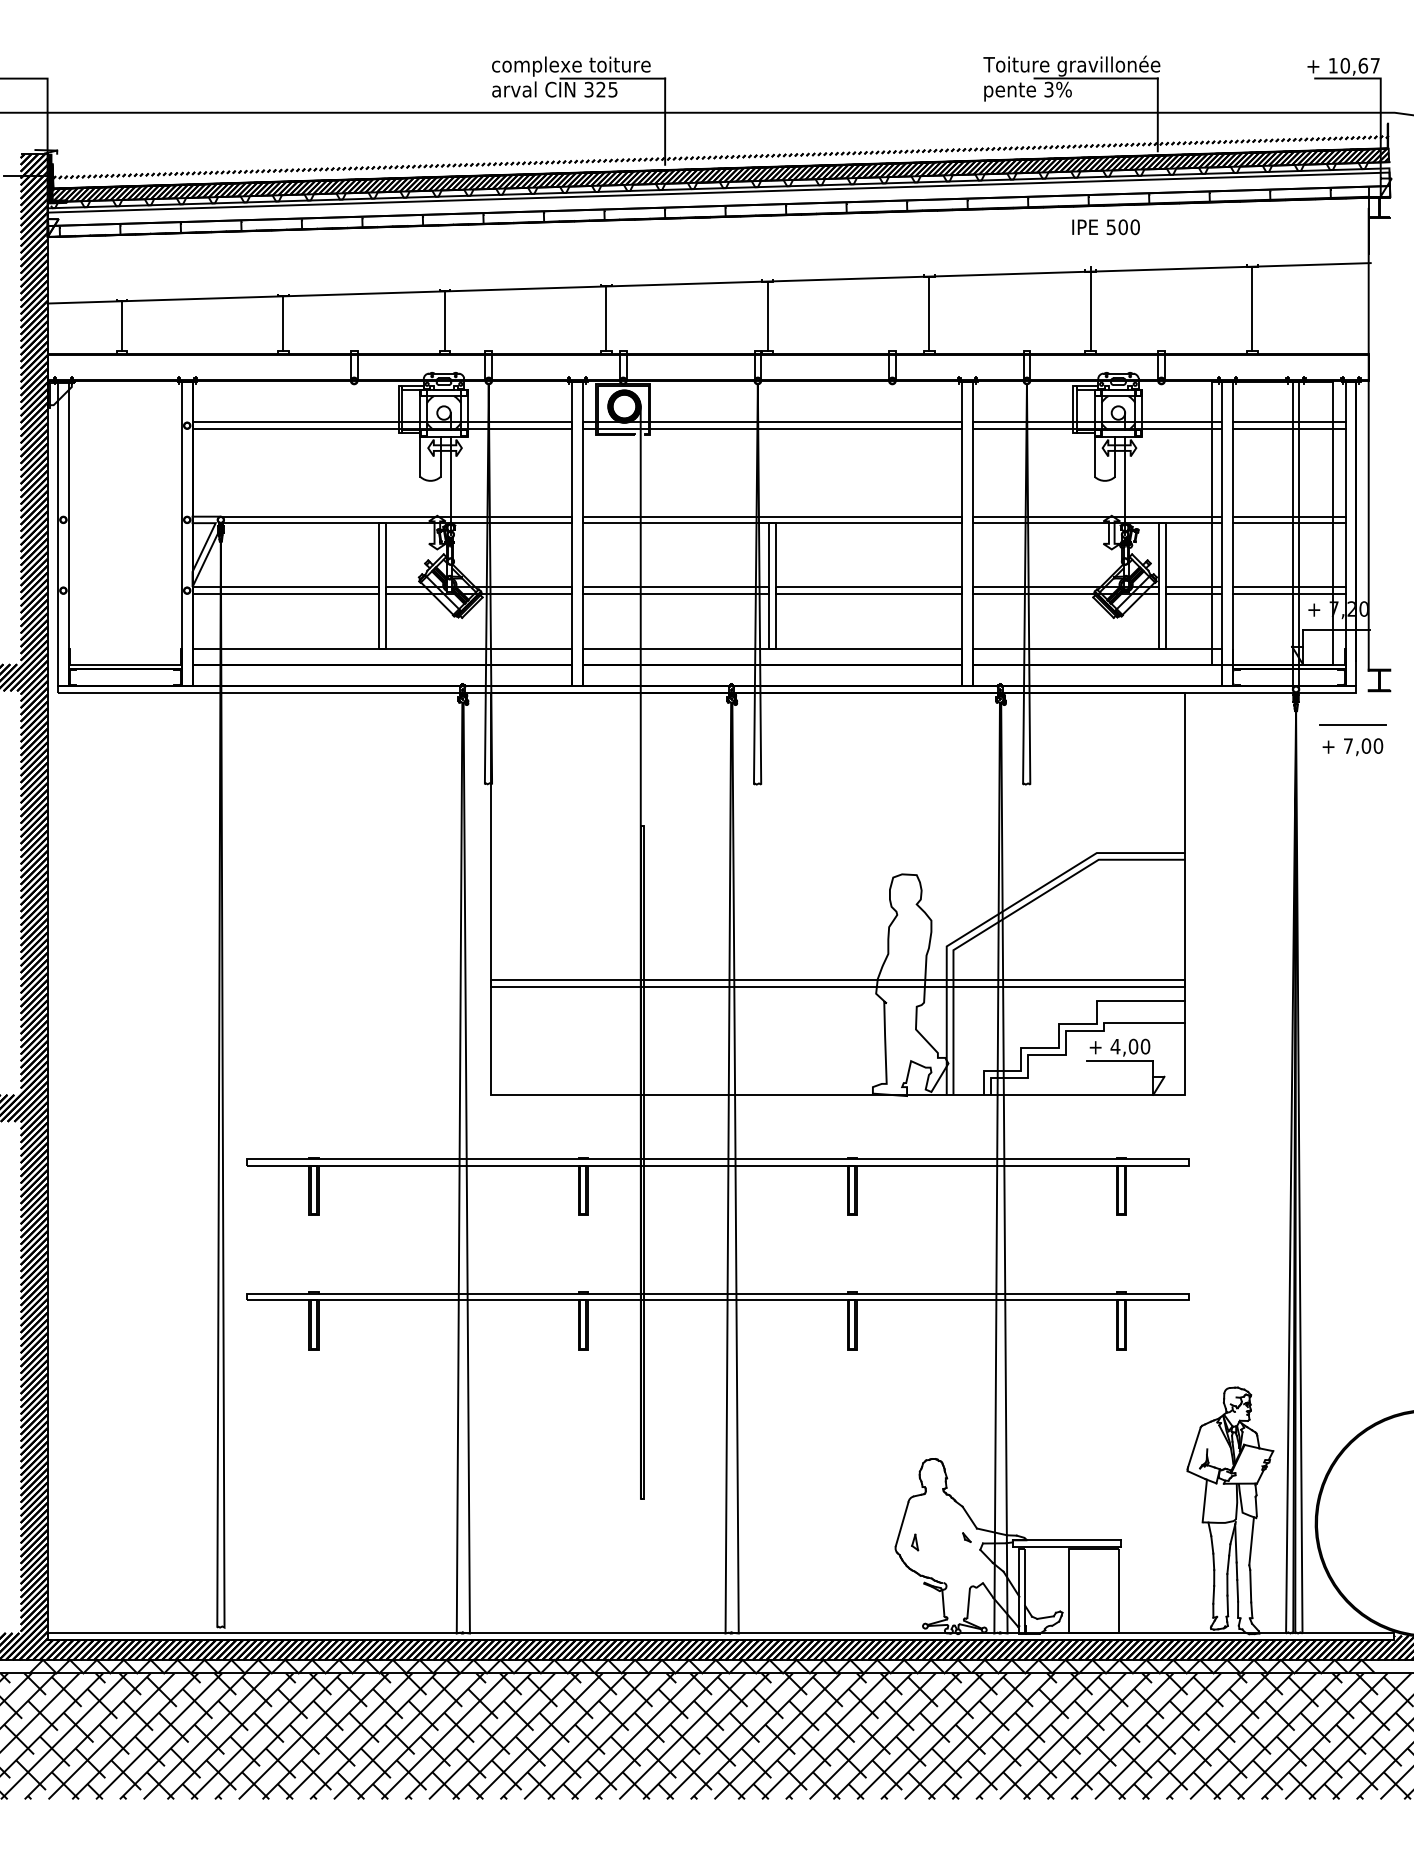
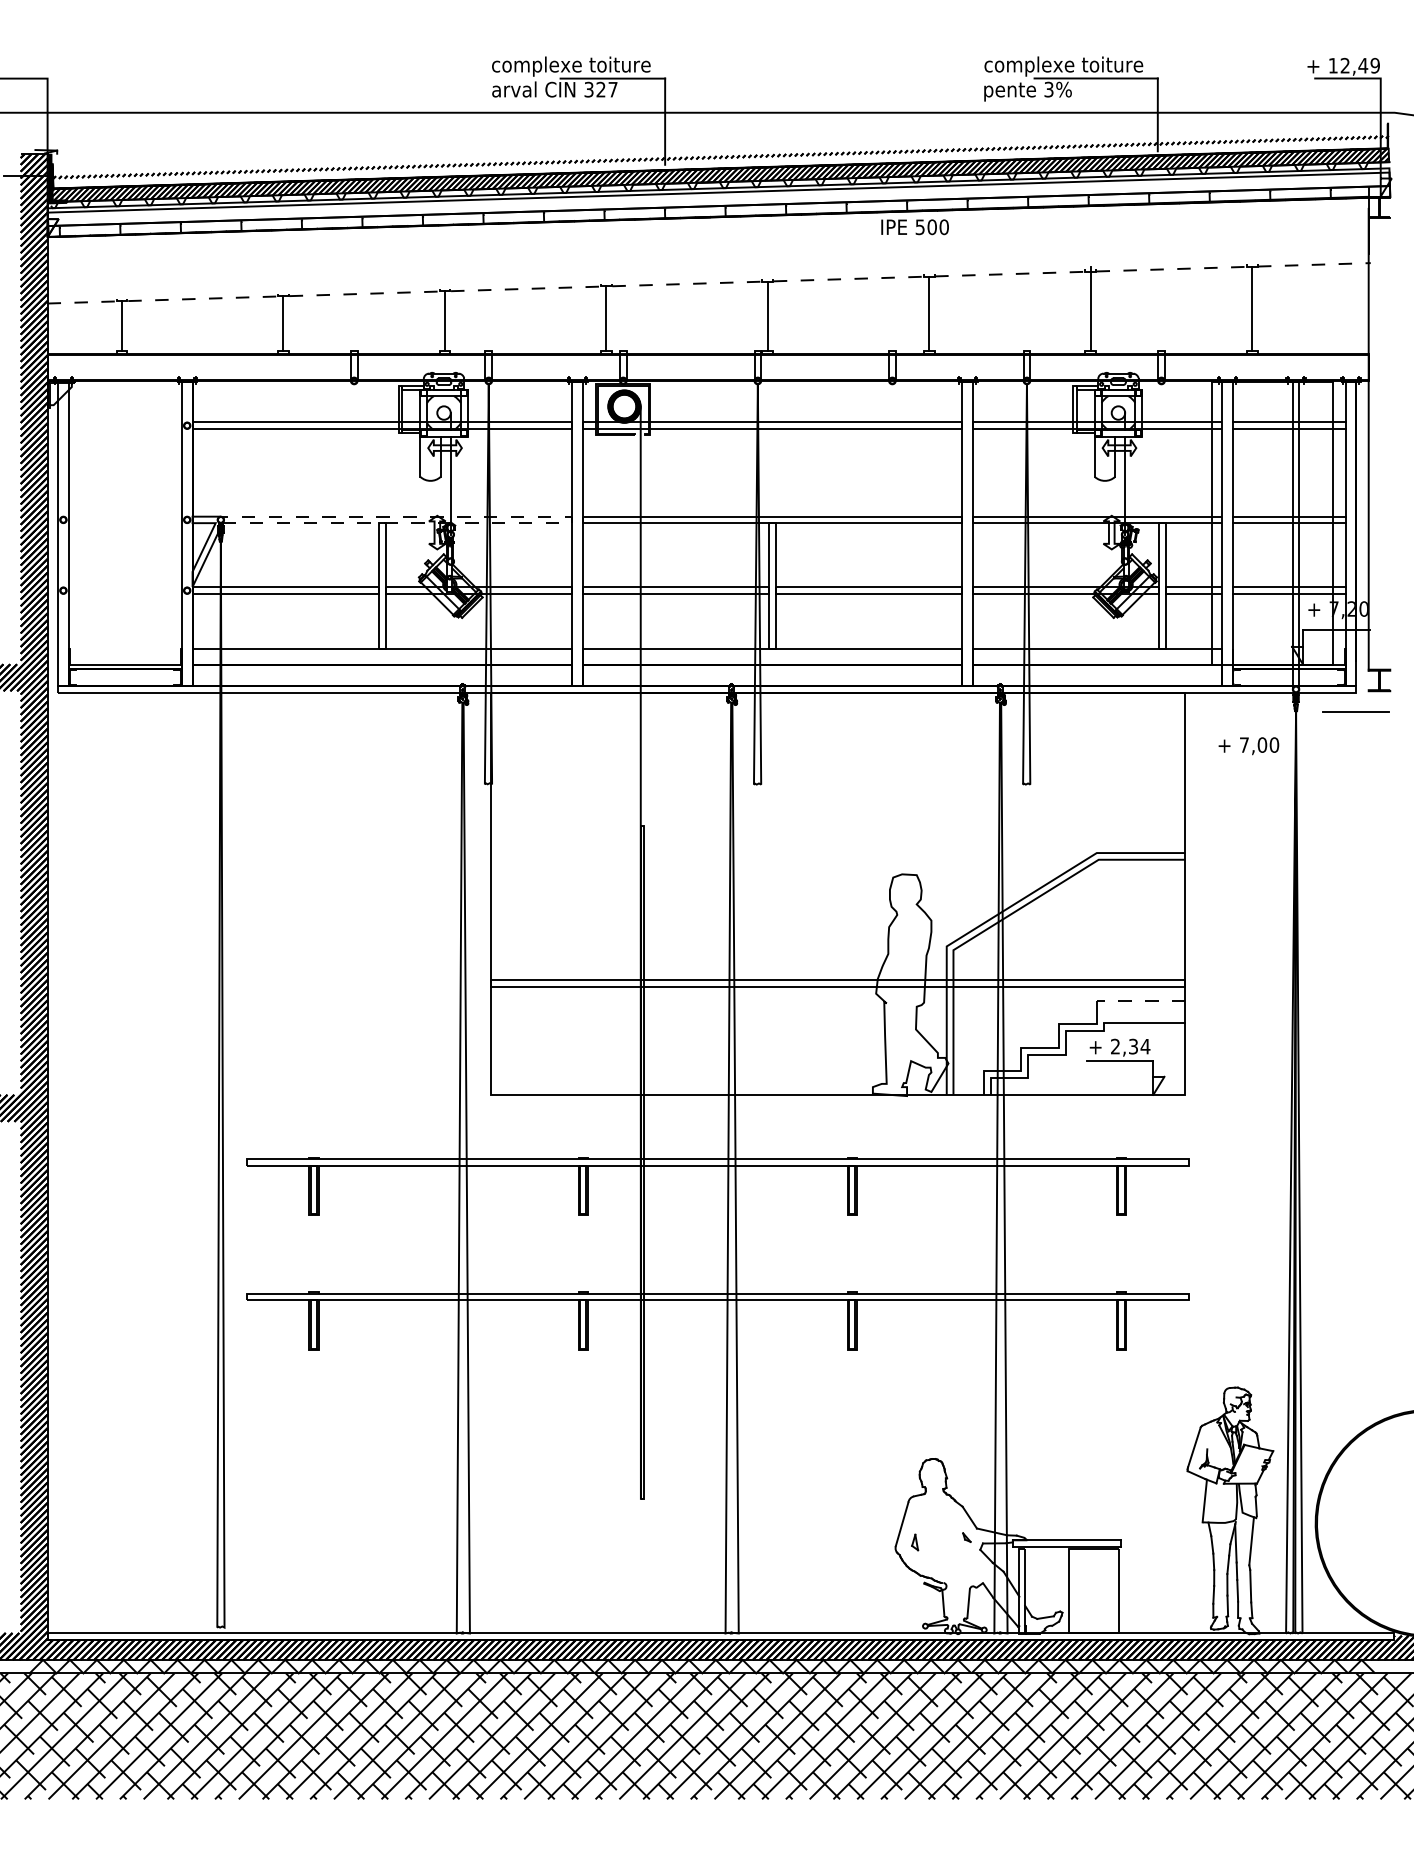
text at (1071, 65): Toiture gravillonée -> complexe toiture
text at (1359, 65): 10,67 -> 12,49
text at (612, 89): 325 -> 327
text at (1105, 227) position: (1105, 227) -> (914, 227)
line at (709, 283): solid -> dashed
line at (572, 518): solid -> dashed
line at (1352, 724) position: (1352, 724) -> (1355, 711)
text at (1352, 747) position: (1352, 747) -> (1248, 746)
line at (1140, 1001): solid -> dashed
text at (1130, 1046): 4,00 -> 2,34
